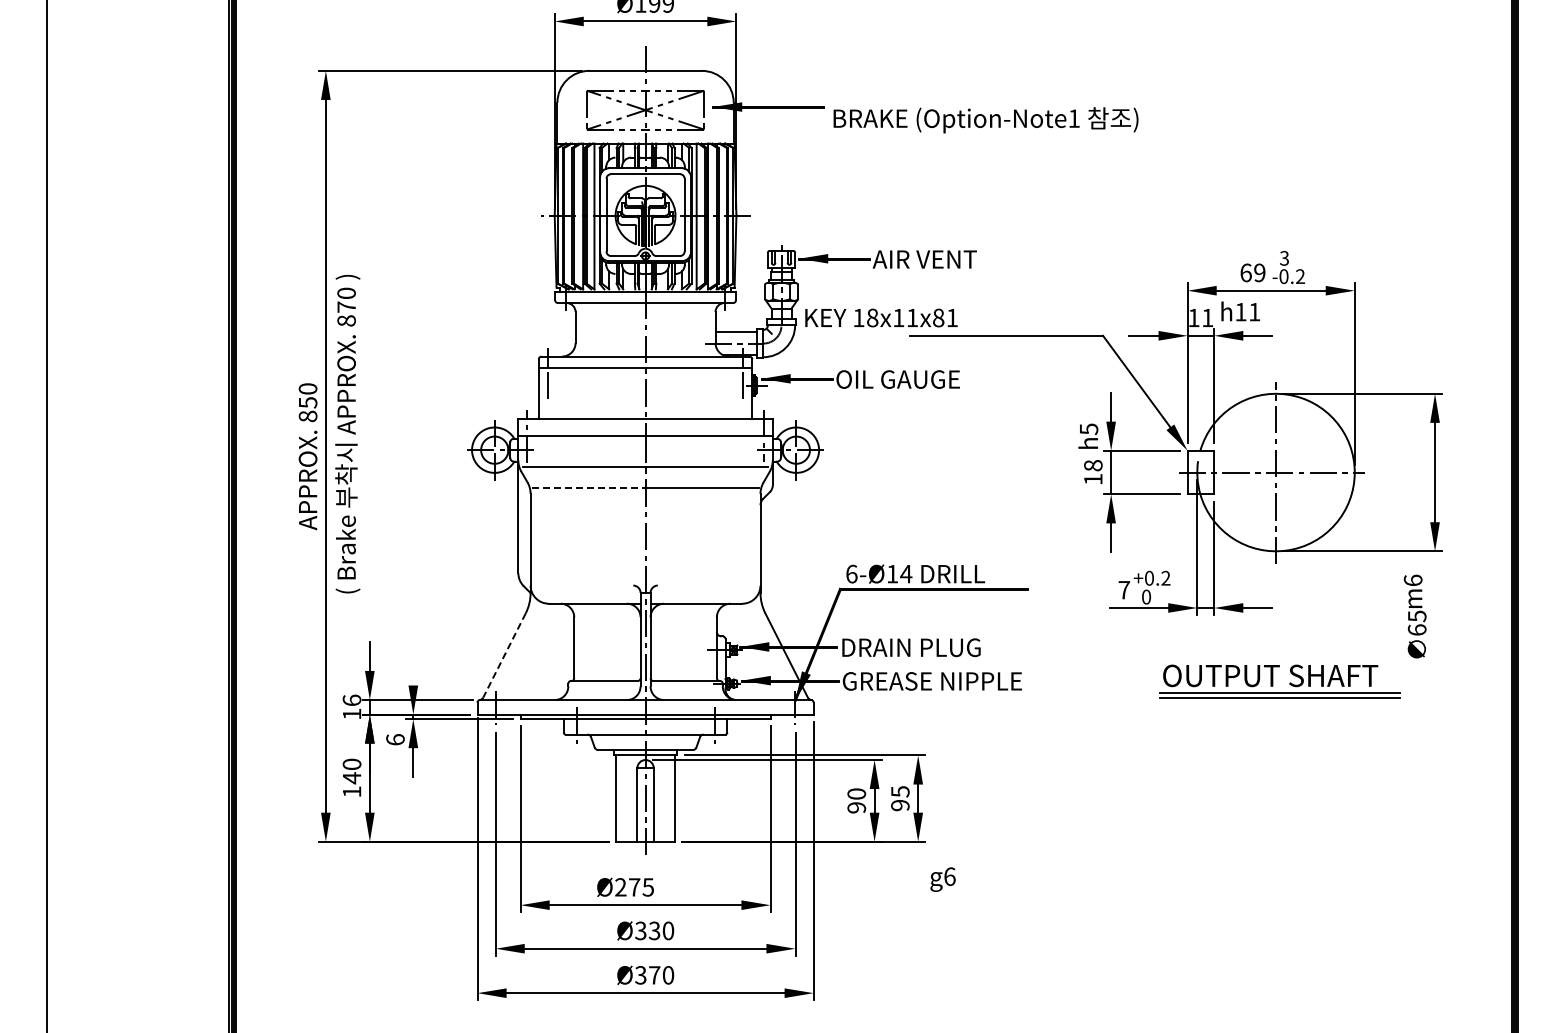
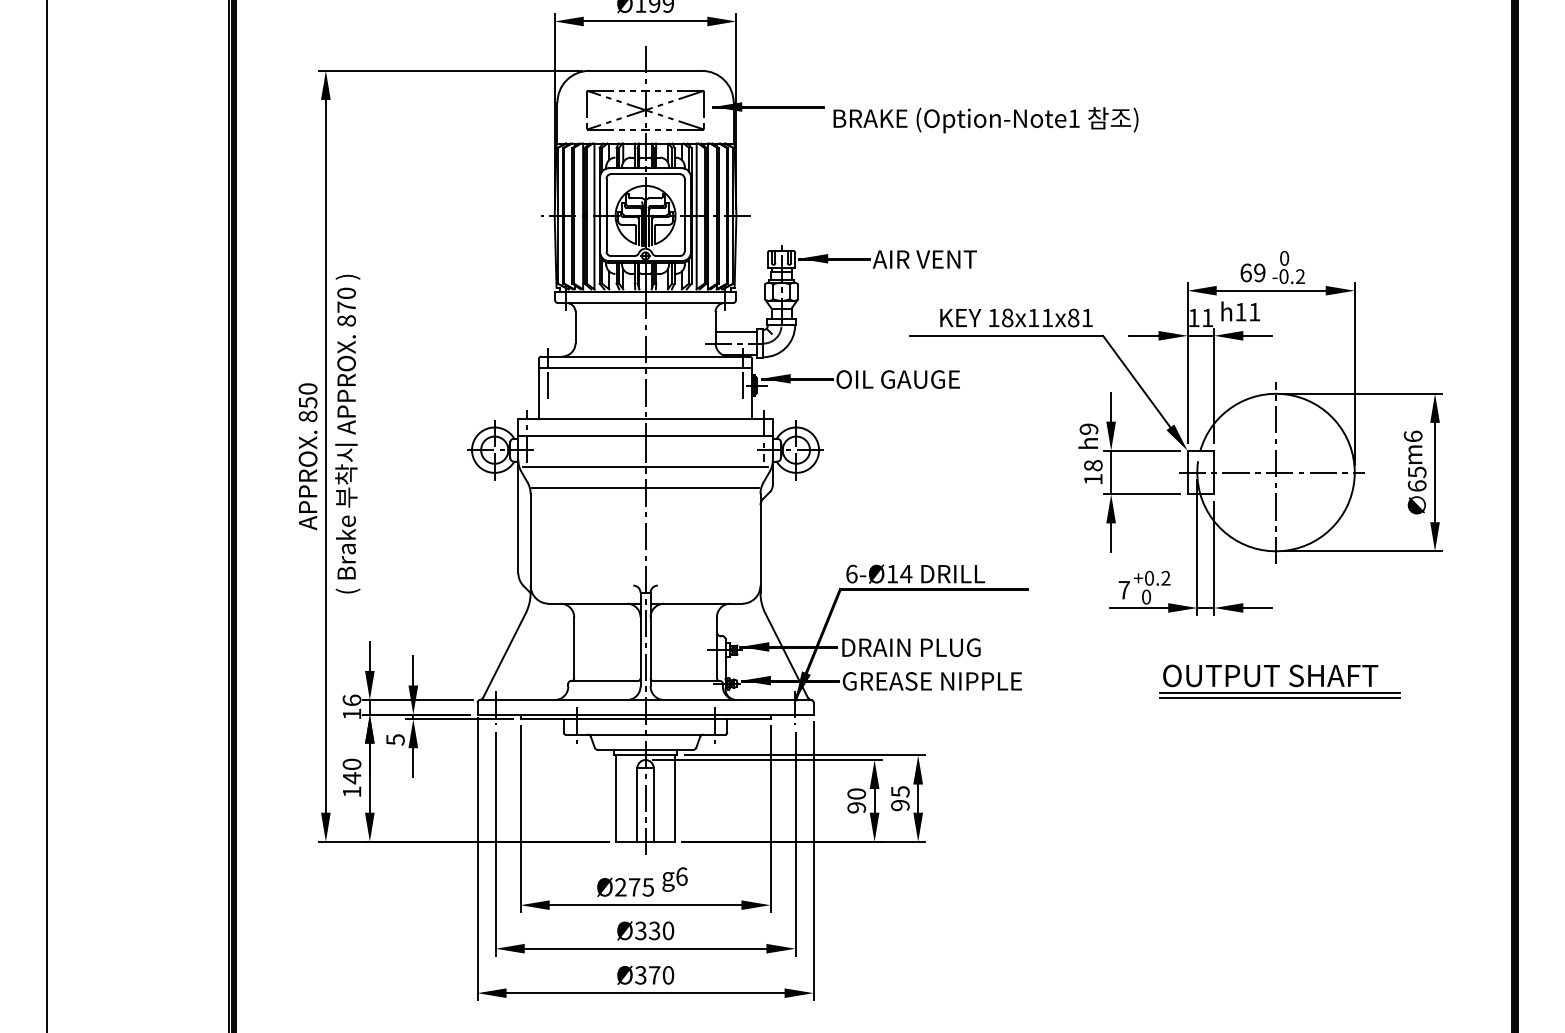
text at (1284, 258): 3 -> 0
text at (881, 317) position: (881, 317) -> (1016, 317)
text at (1088, 429): h5 -> h9
line at (588, 487): dashed -> solid
text at (1414, 616) position: (1414, 616) -> (1414, 472)
line at (504, 655): dashed -> solid
line at (413, 670): none -> present
text at (395, 739): 6 -> 5
text at (942, 879) position: (942, 879) -> (674, 879)
